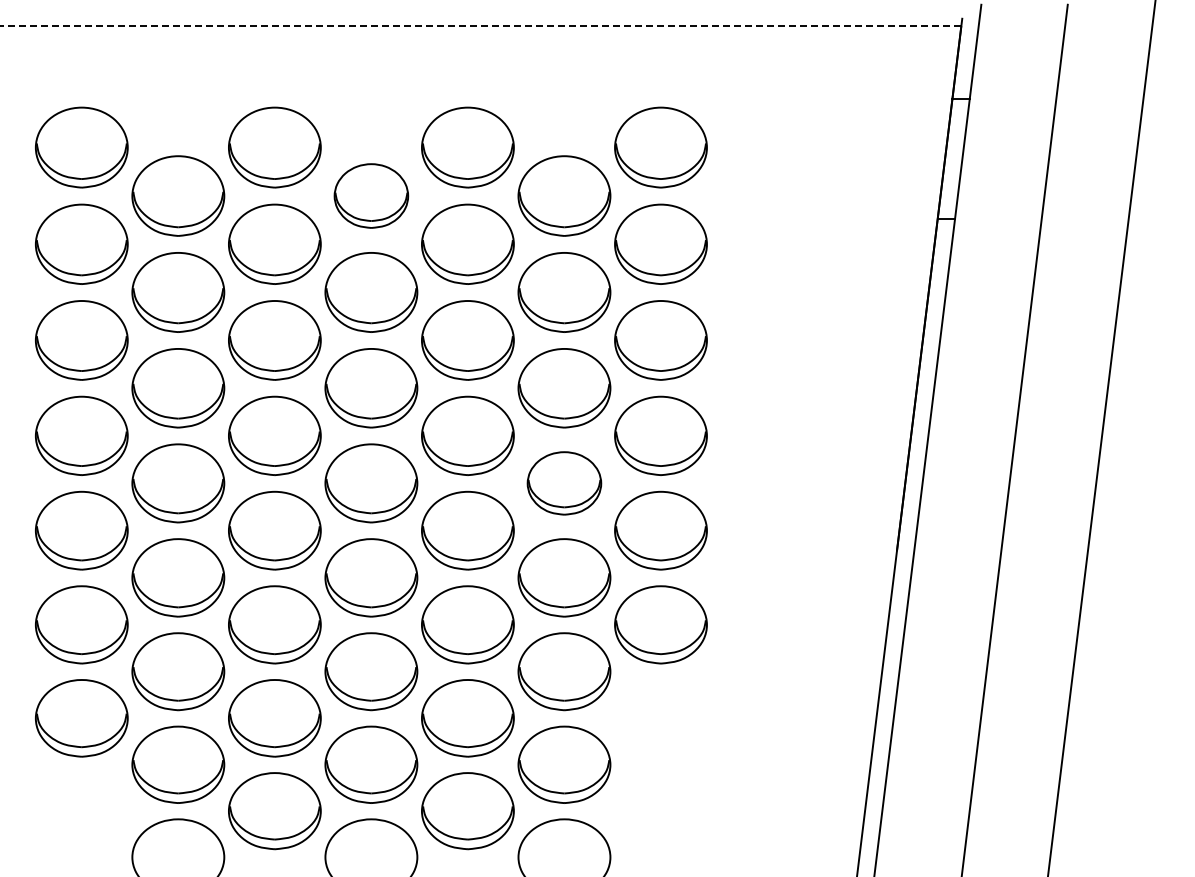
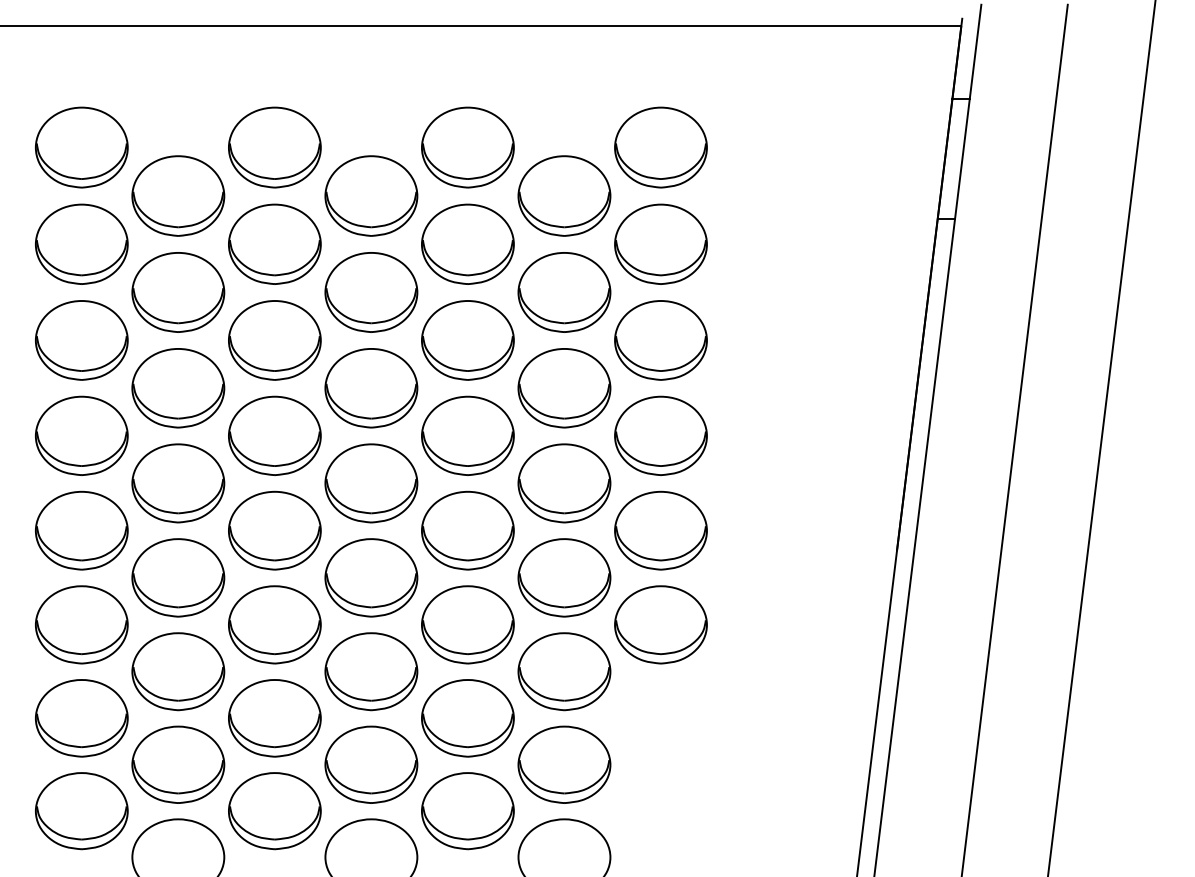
line at (480, 26): dashed -> solid
part at (371, 195) size: 77x66 px -> 95x82 px
part at (564, 483) size: 77x65 px -> 95x81 px
part at (81, 811): none -> present
